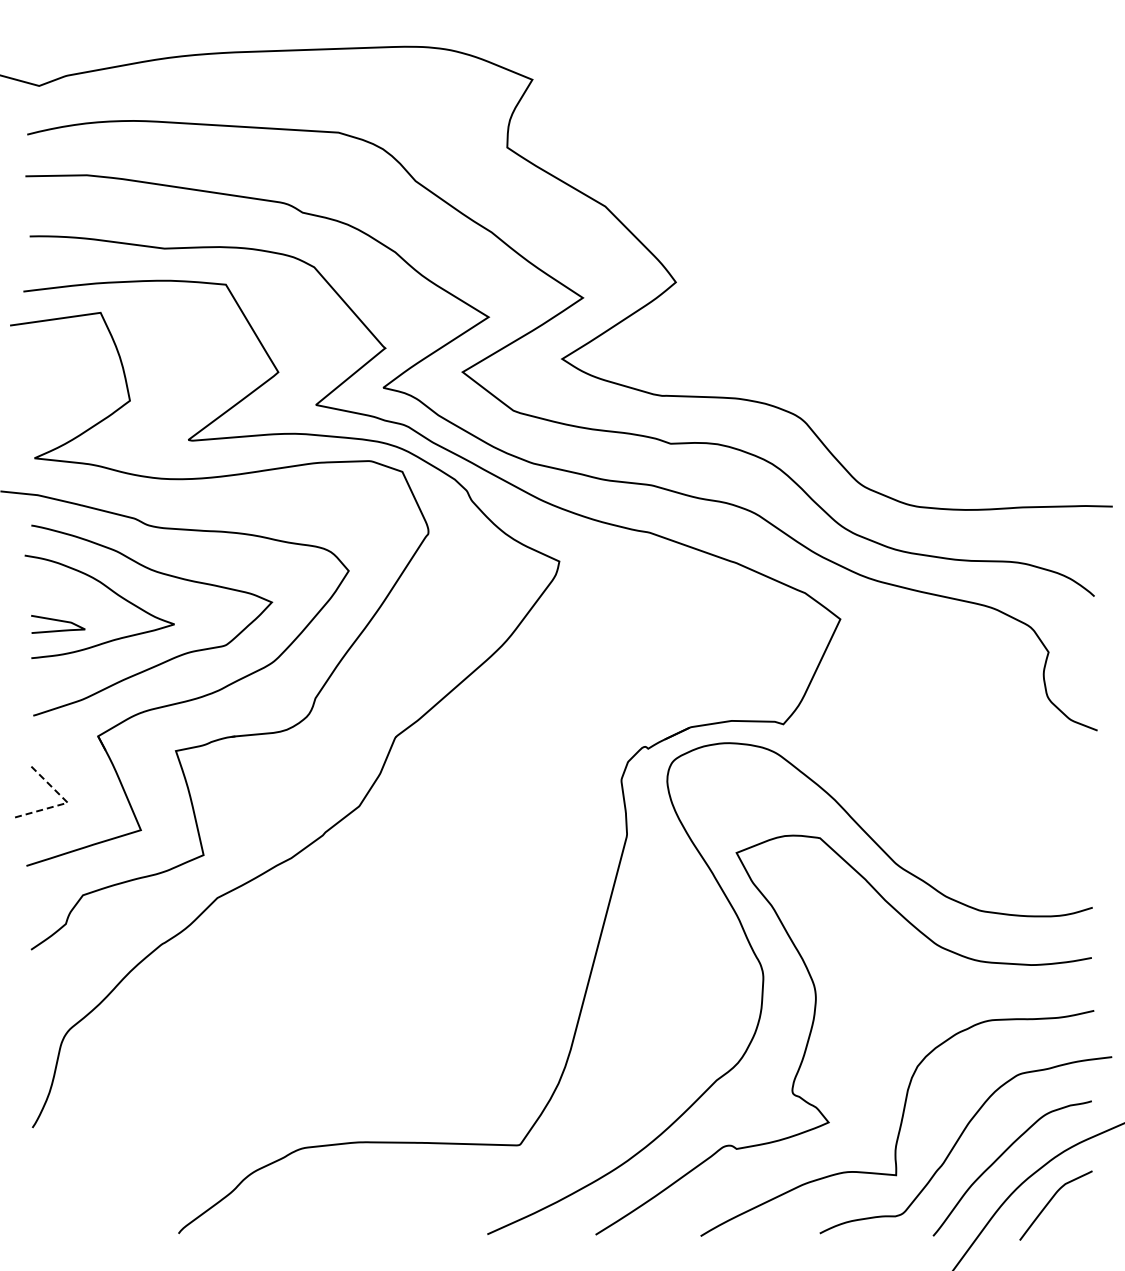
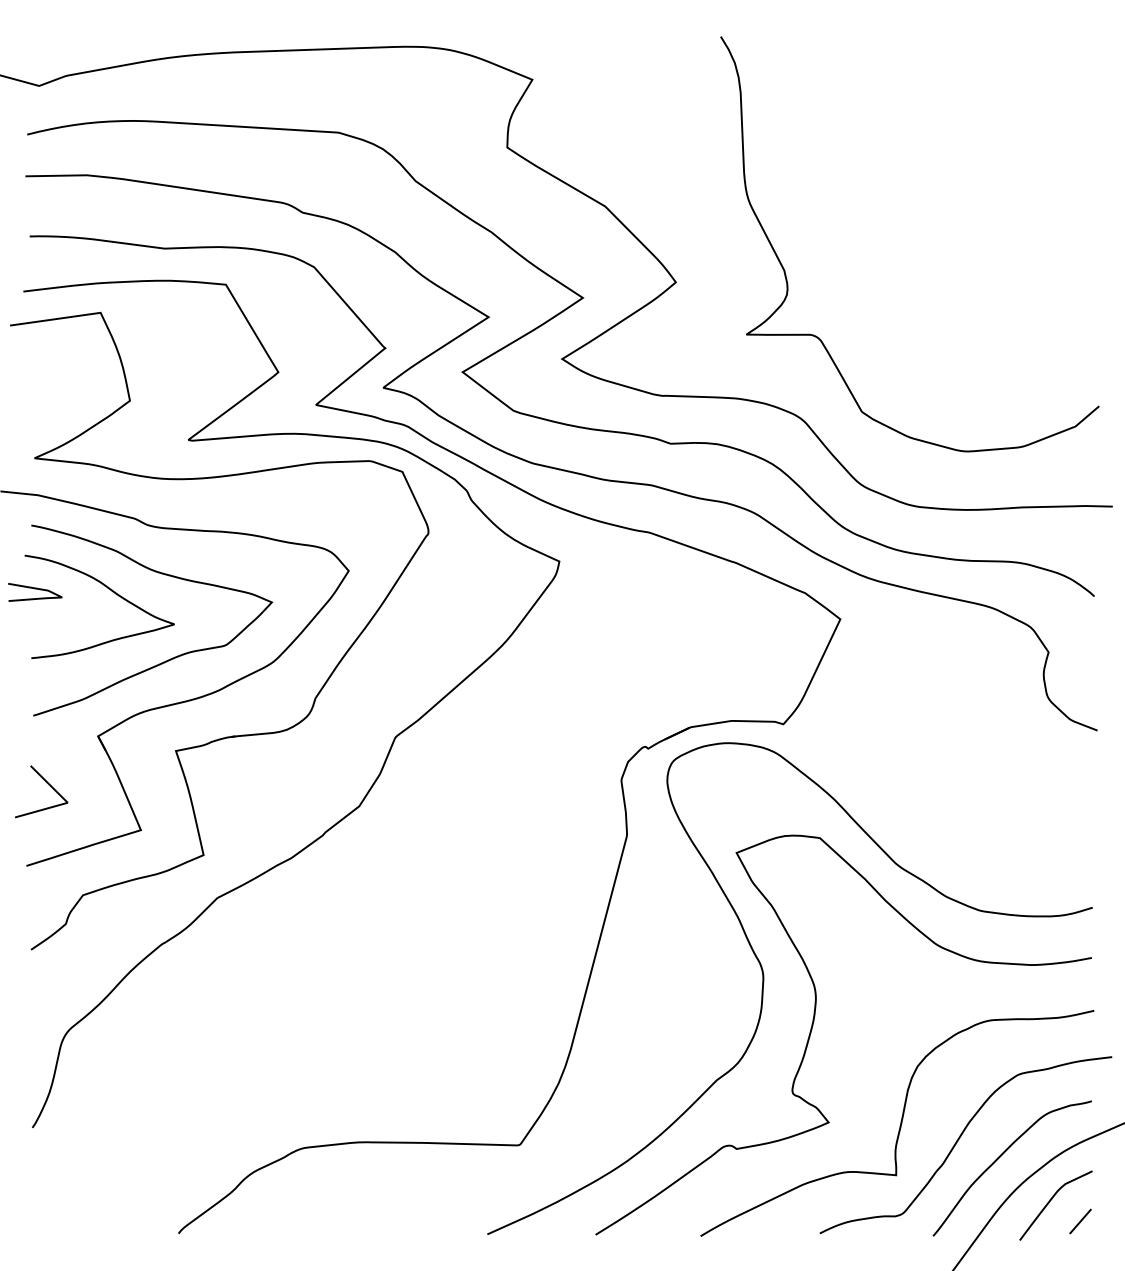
curve at (786, 274): none -> present
curve at (58, 621) position: (58, 621) -> (35, 589)
line at (67, 802): dashed -> solid
line at (1080, 1221): none -> present
